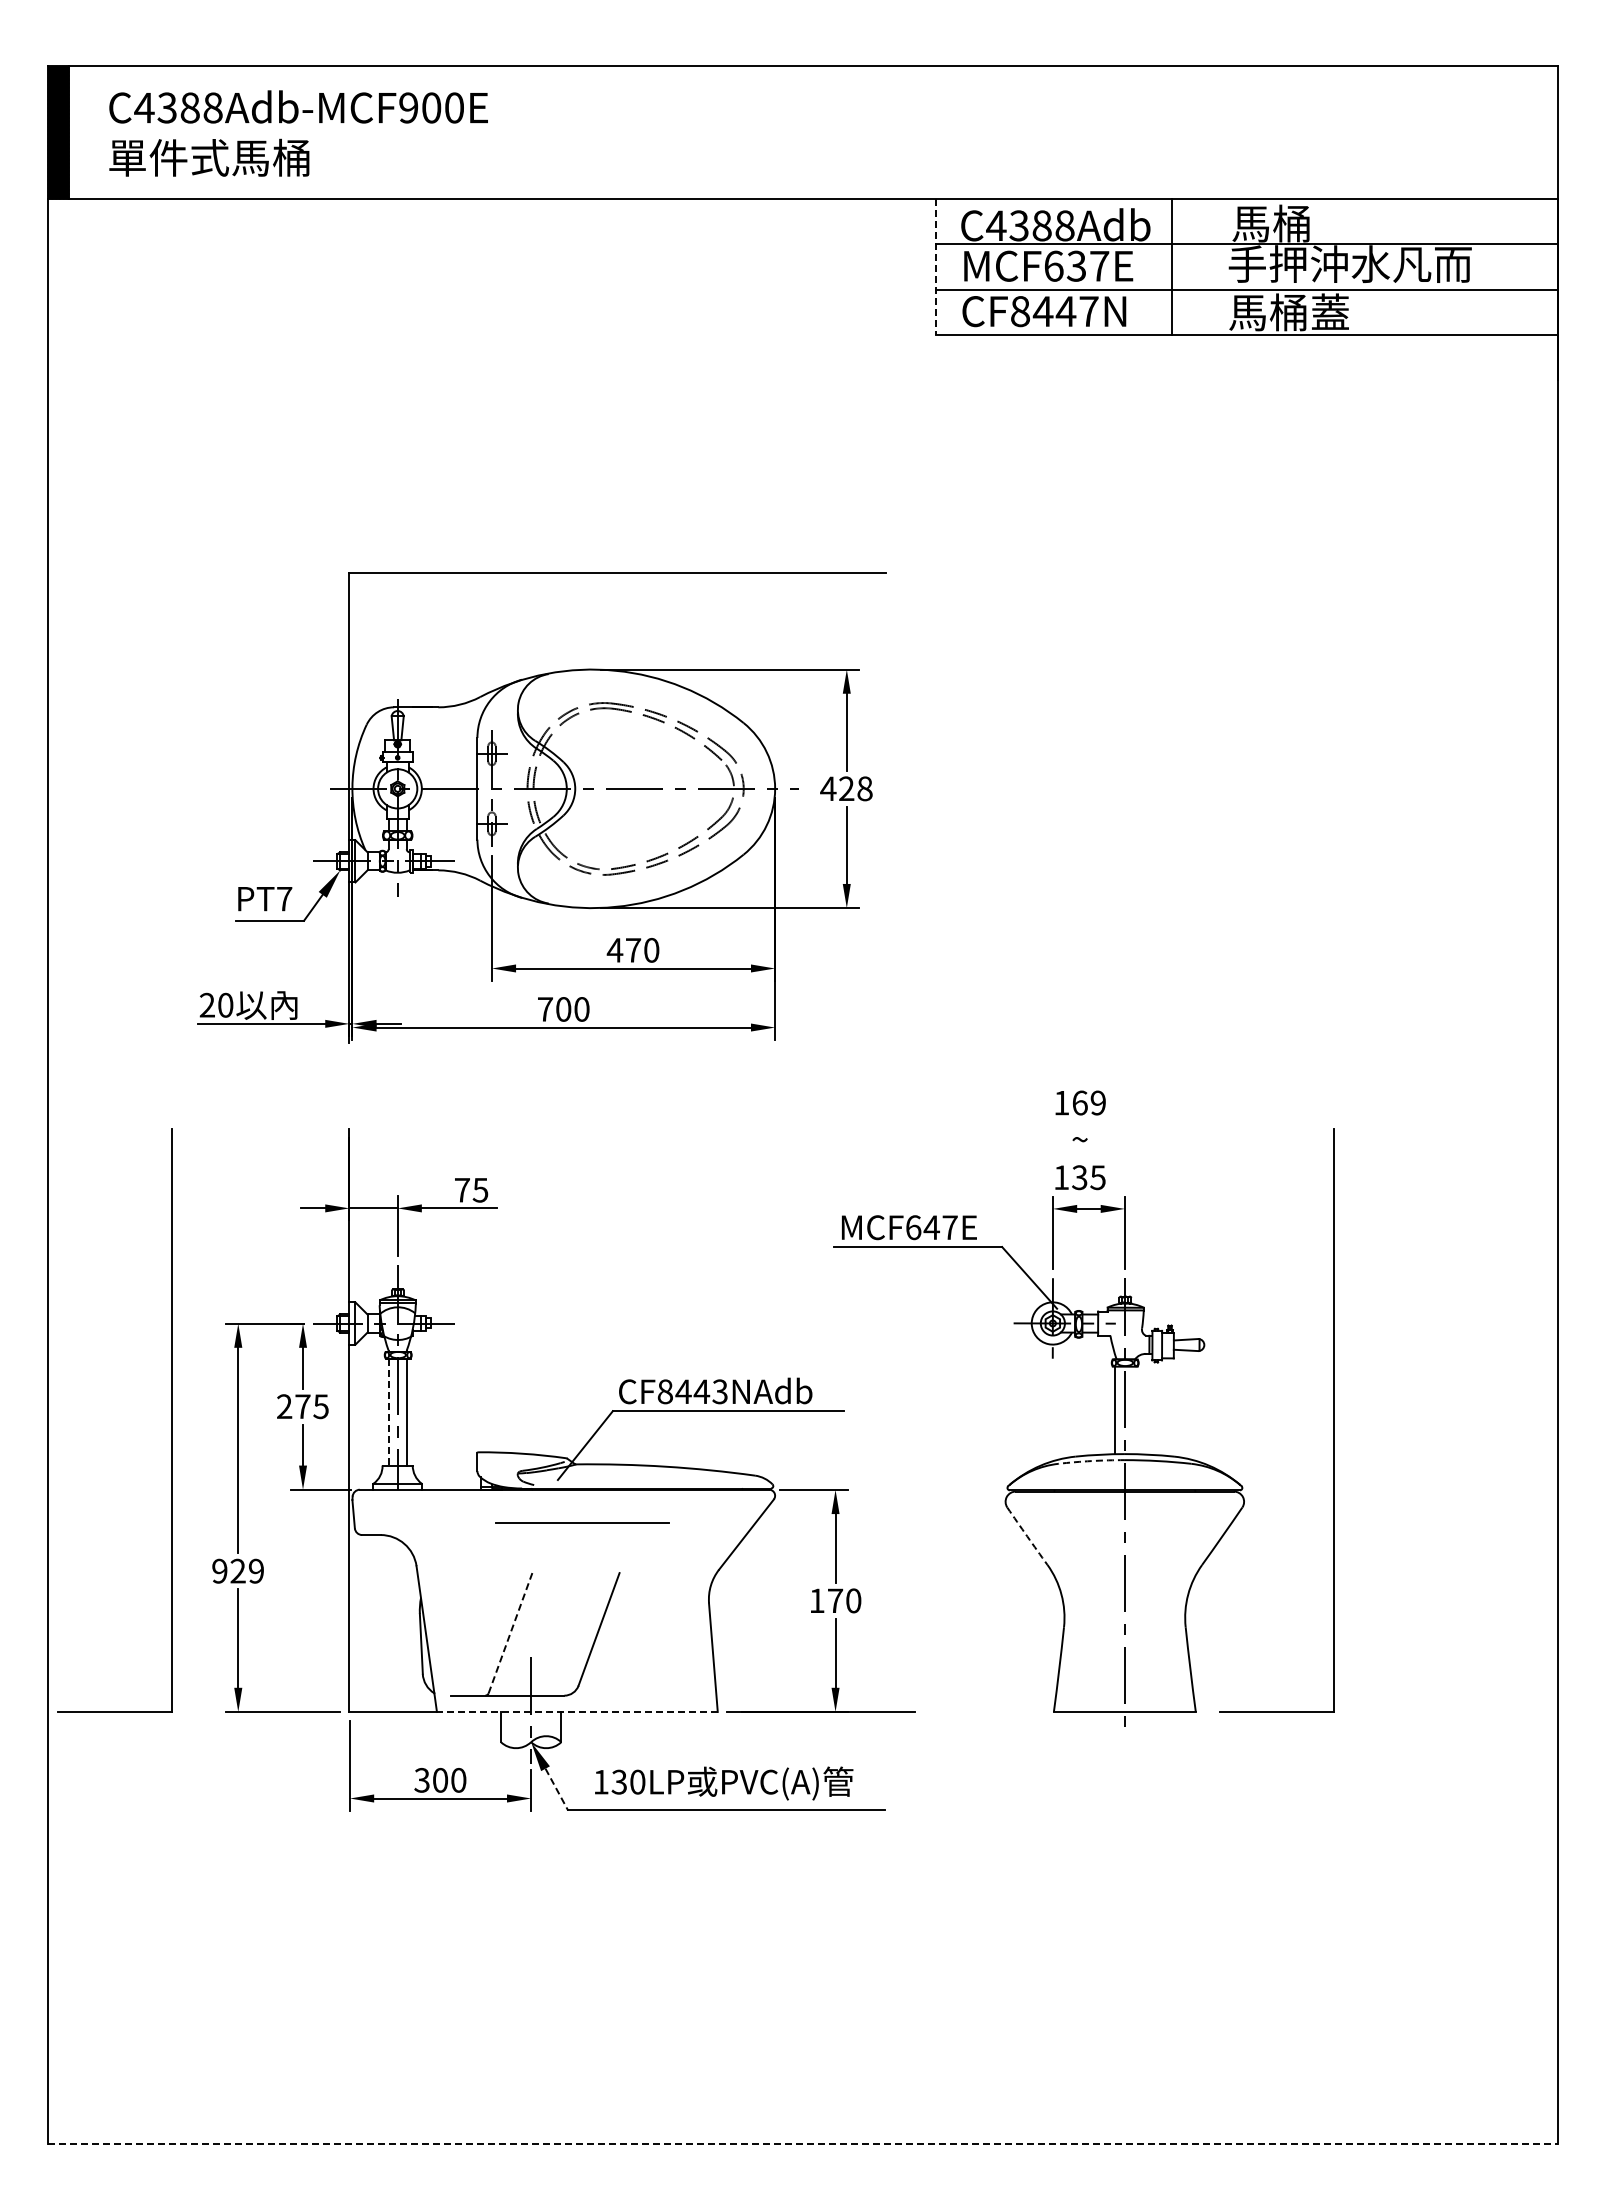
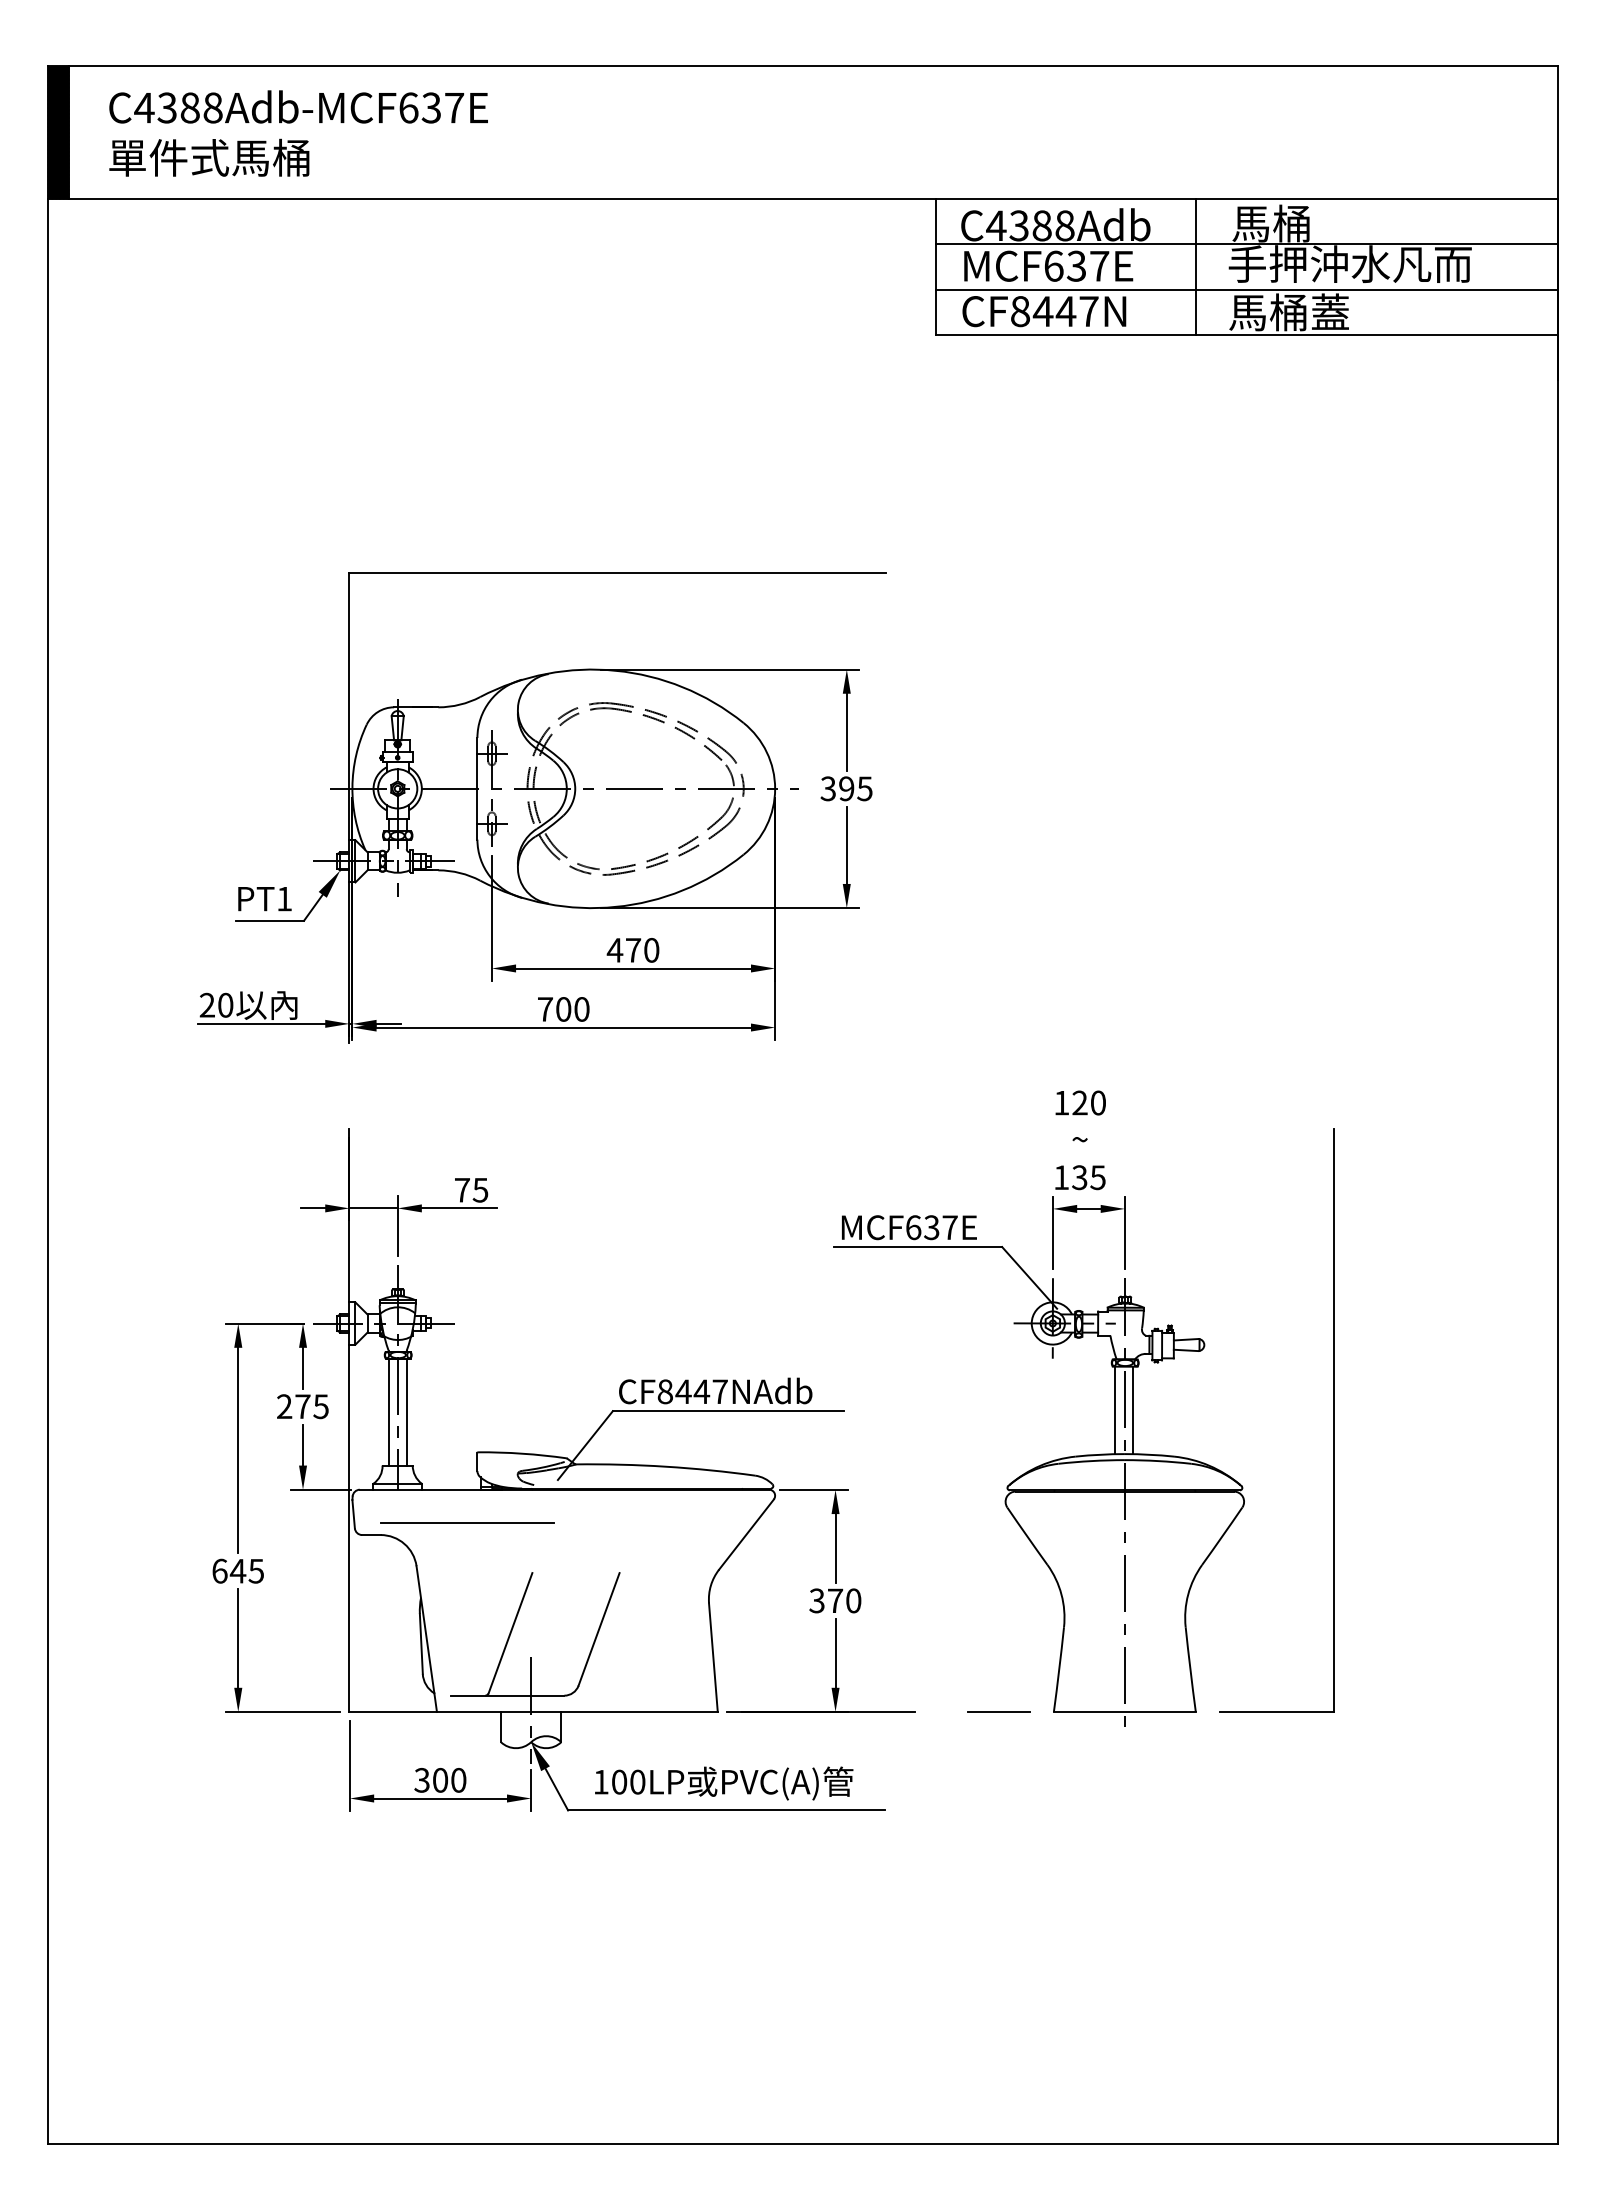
text at (431, 107): C4388Adb-MCF900E -> C4388Adb-MCF637E
line at (935, 267): dashed -> solid
line at (1171, 267) position: (1171, 267) -> (1195, 267)
text at (846, 788): 428 -> 395
text at (284, 899): PT7 -> PT1
text at (1088, 1102): 169 -> 120
text at (931, 1227): MCF647E -> MCF637E
text at (719, 1391): CF8443NAdb -> CF8447NAdb
line at (1133, 1410): none -> present
line at (388, 1412): dashed -> solid
part at (171, 1420): present -> none
arc at (1091, 1461): dashed -> solid
line at (582, 1522) position: (582, 1522) -> (467, 1522)
arc at (1027, 1536): dashed -> solid
text at (237, 1570): 929 -> 645
text at (816, 1600): 170 -> 370
line at (510, 1633): dashed -> solid
line at (576, 1711): dashed -> solid
line at (998, 1711): none -> present
text at (619, 1781): 130LP -> 100LP
line at (556, 1789): dashed -> solid
line at (802, 2143): dashed -> solid
